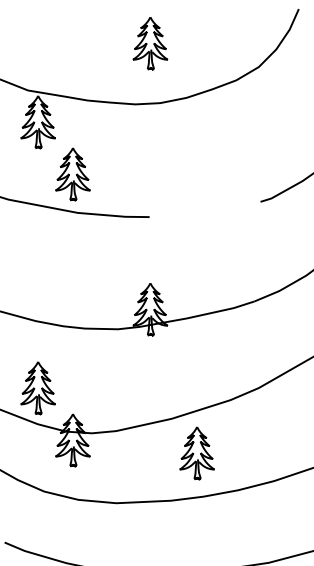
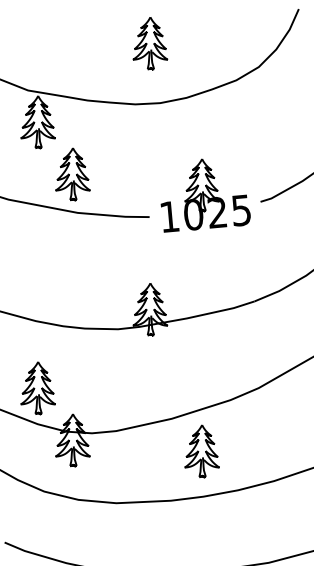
part at (205, 195): none -> present
part at (196, 453) position: (196, 453) -> (201, 451)
